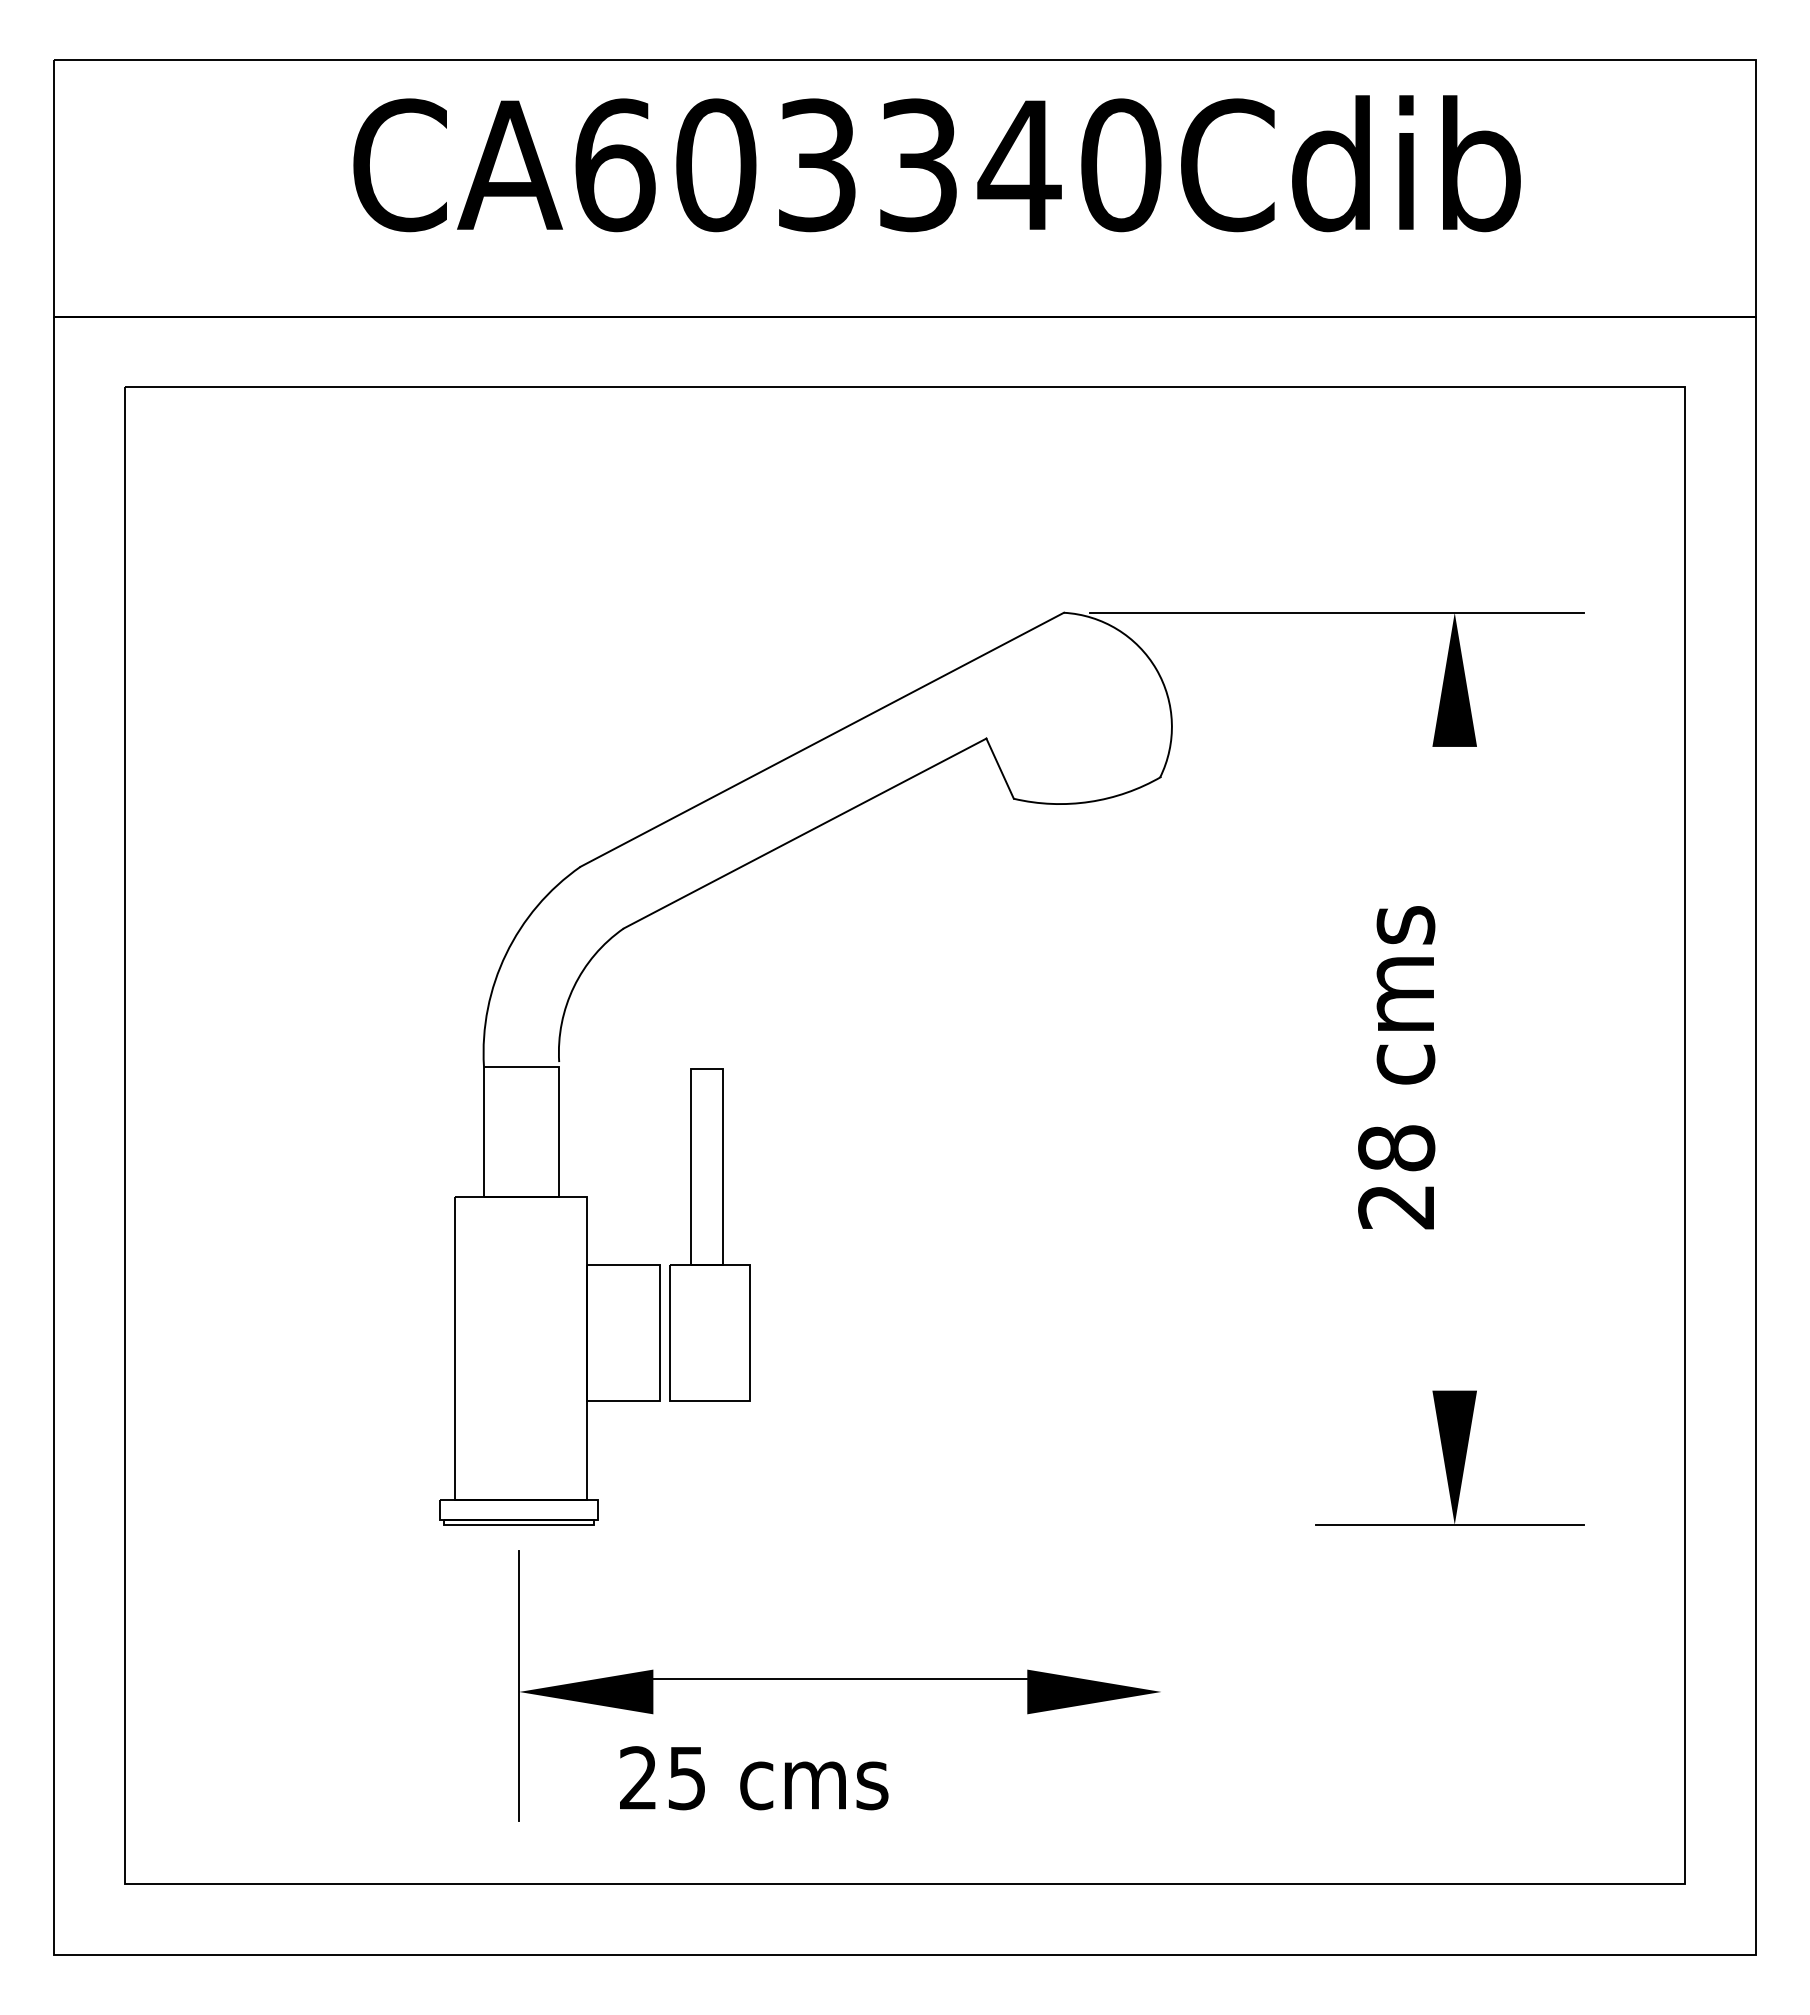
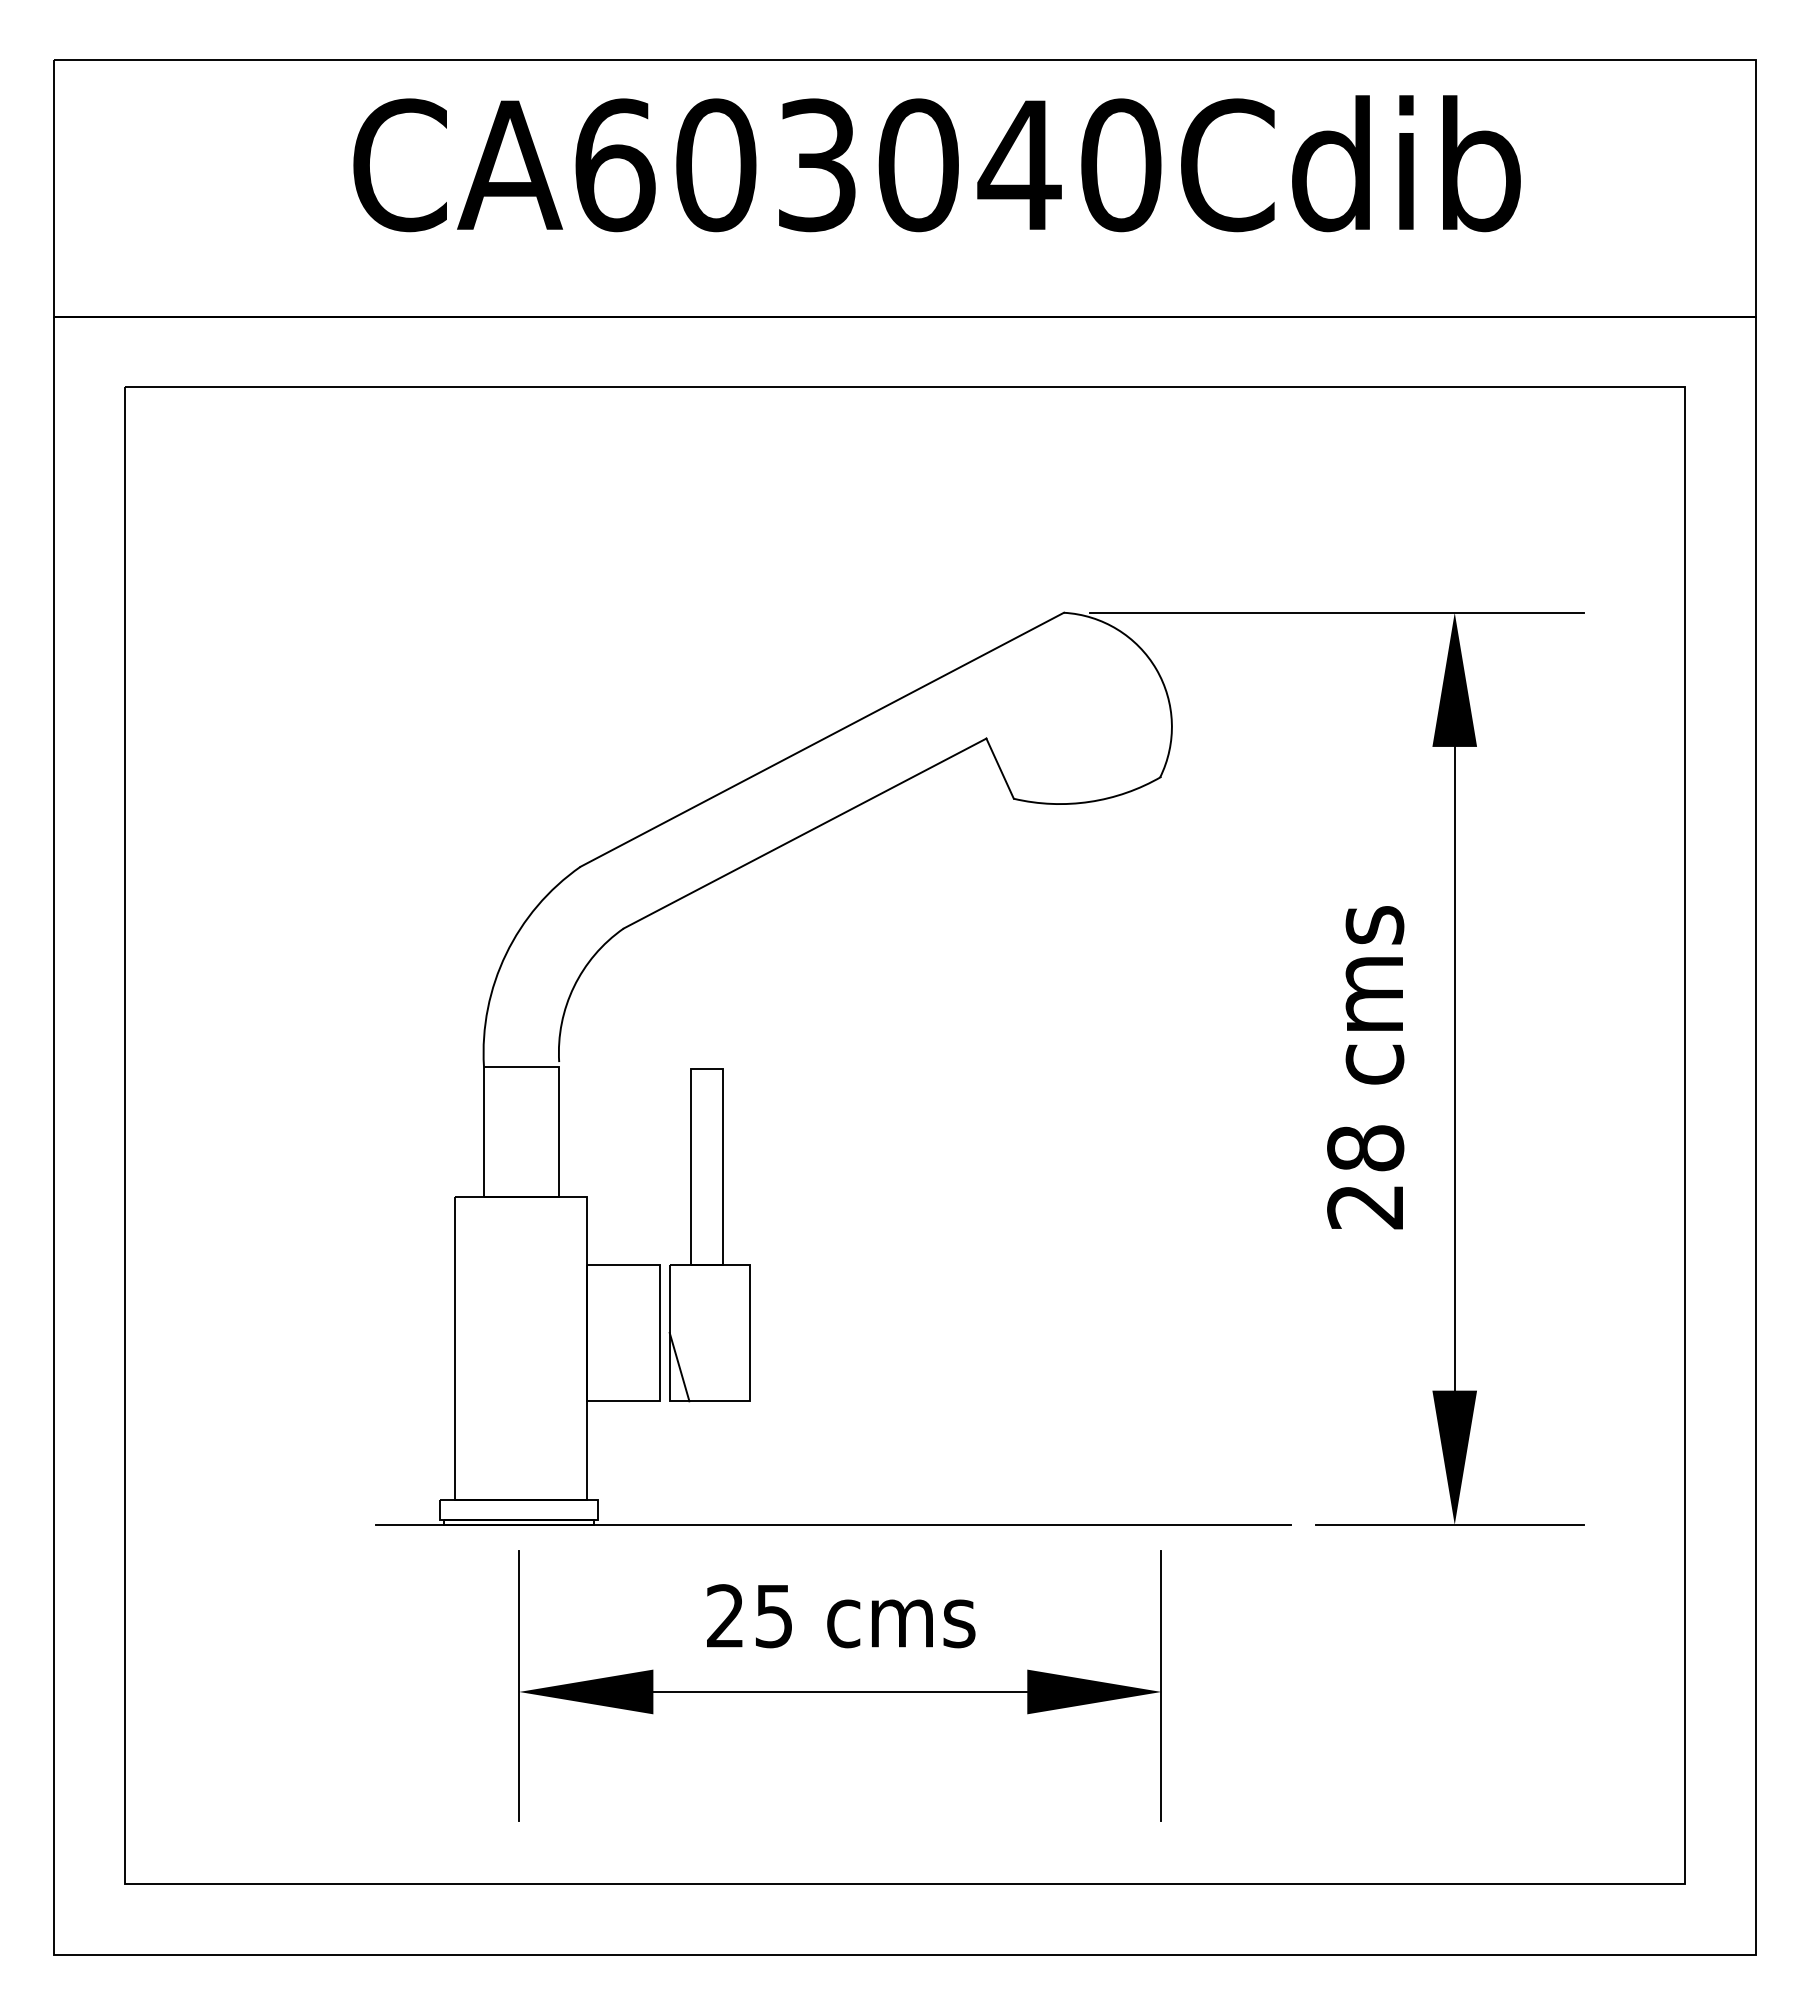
text at (918, 165): CA603340Cdib -> CA603040Cdib
text at (1396, 1067) position: (1396, 1067) -> (1365, 1067)
line at (1454, 1068): none -> present
line at (679, 1366): none -> present
line at (833, 1524): none -> present
line at (840, 1678) position: (840, 1678) -> (840, 1691)
line at (1161, 1685): none -> present
text at (754, 1778) position: (754, 1778) -> (841, 1616)
